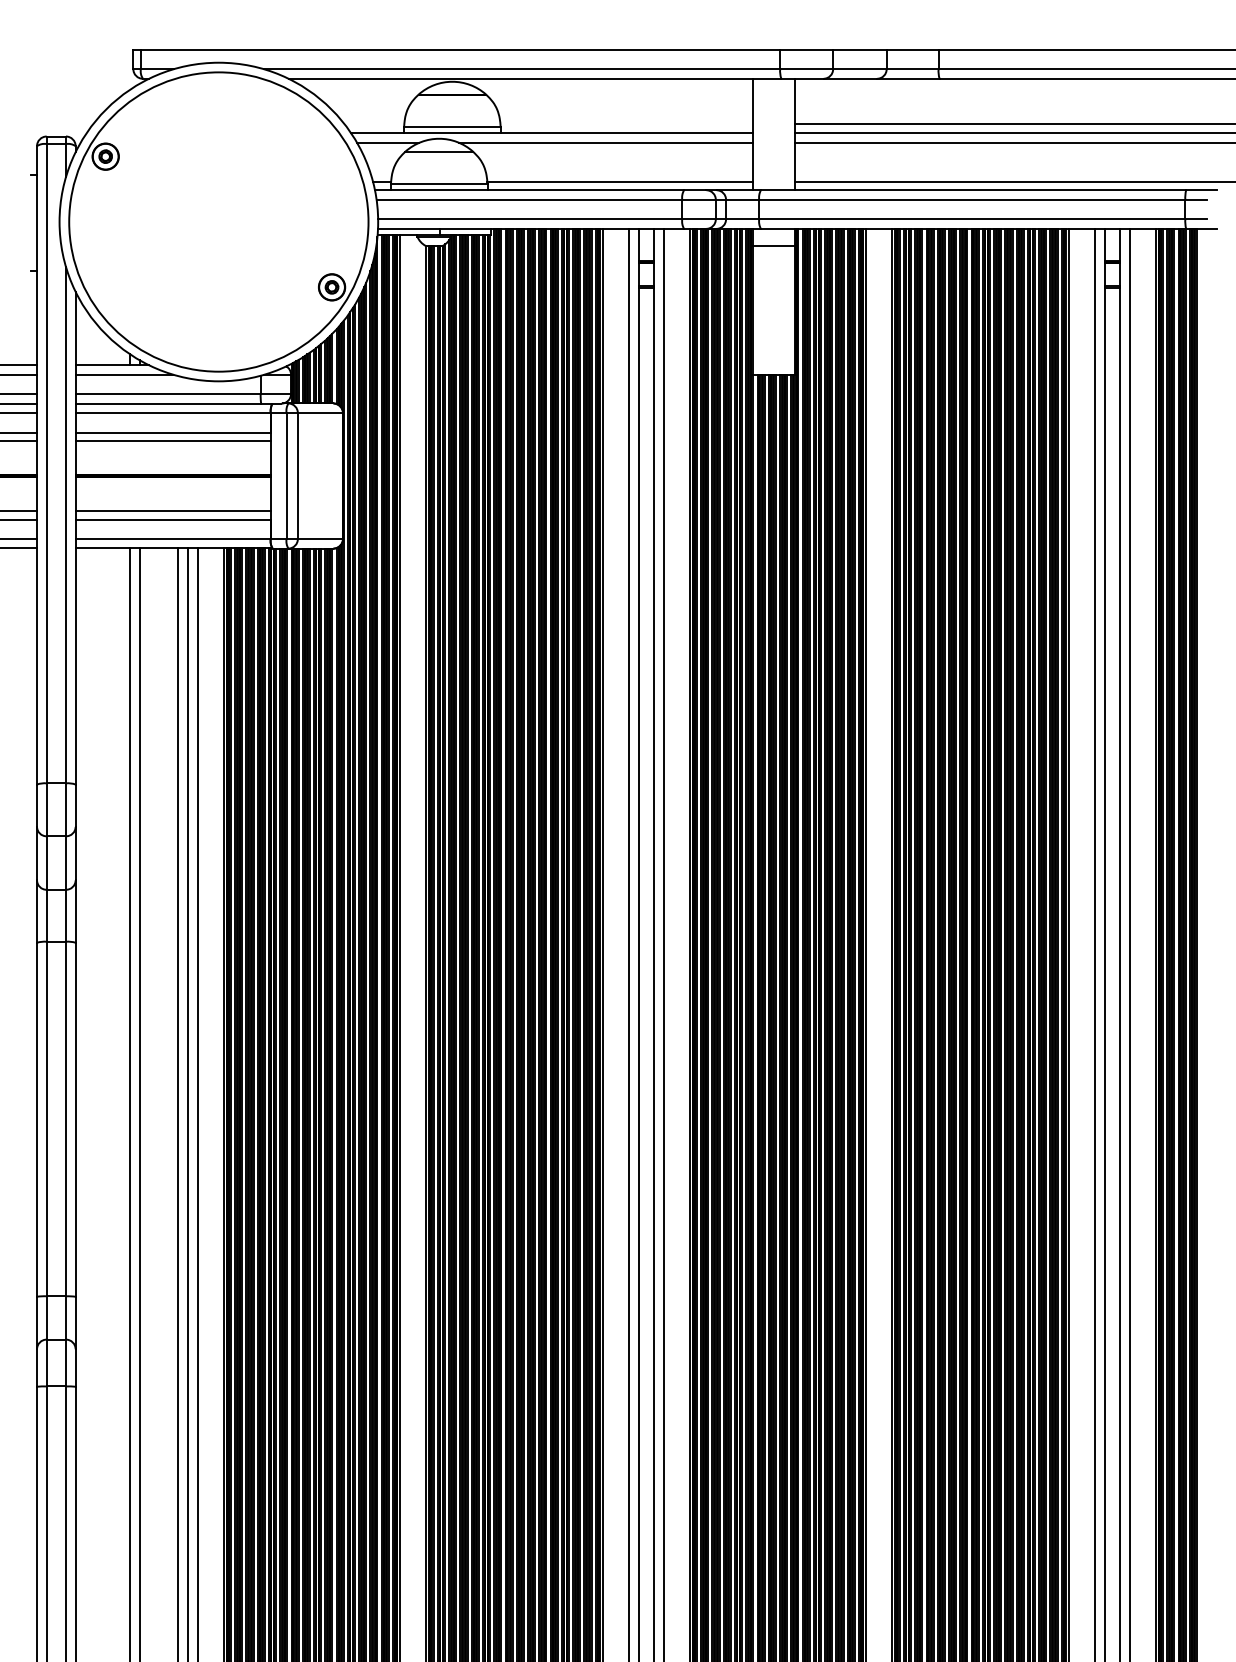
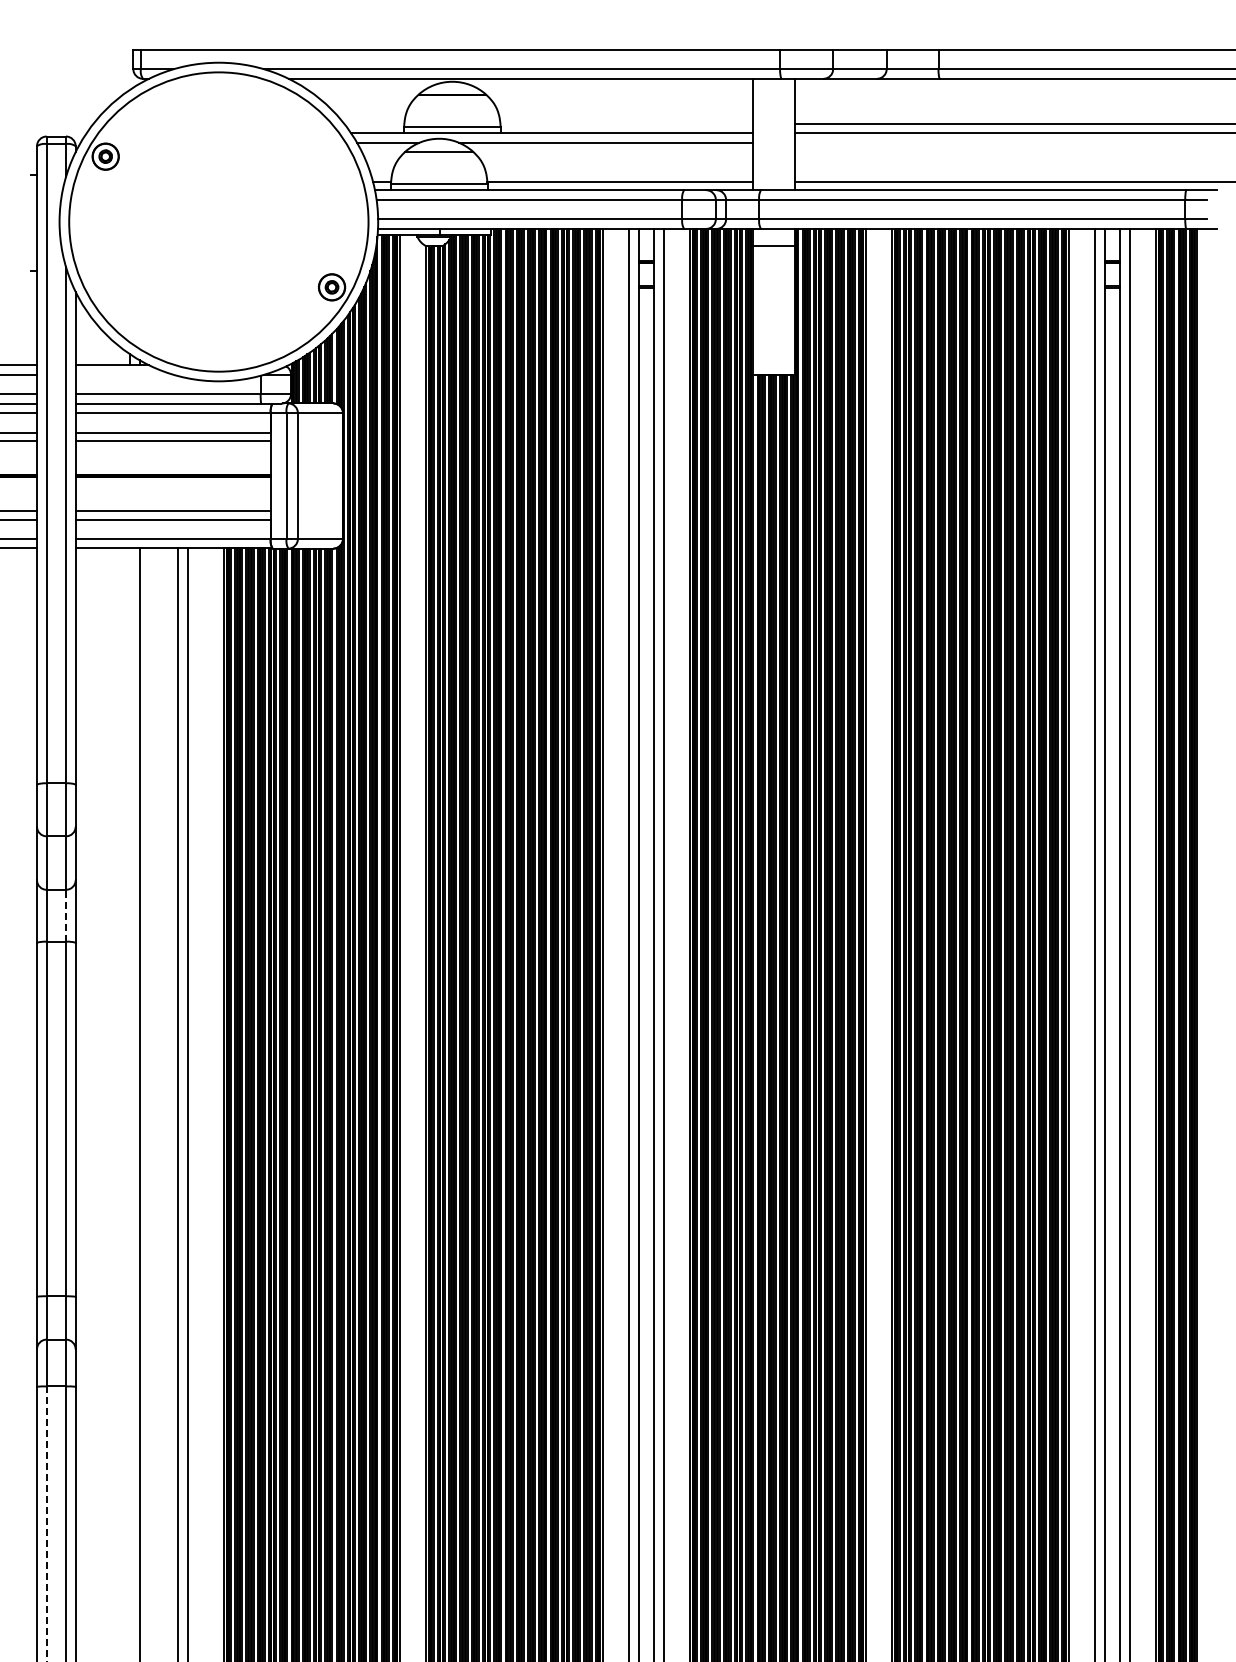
line at (1013, 142): present -> none
line at (124, 374): present -> none
line at (66, 915): solid -> dashed
line at (130, 1103): present -> none
line at (197, 1103): present -> none
line at (46, 1524): solid -> dashed
